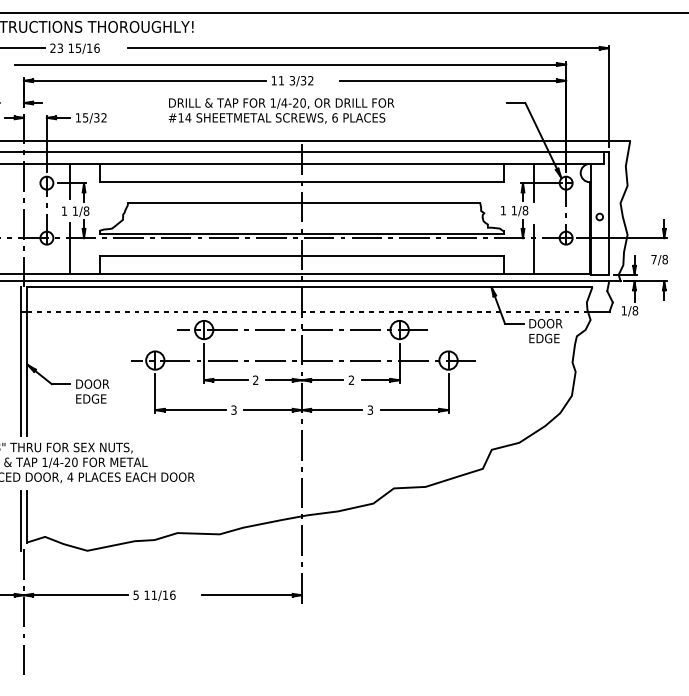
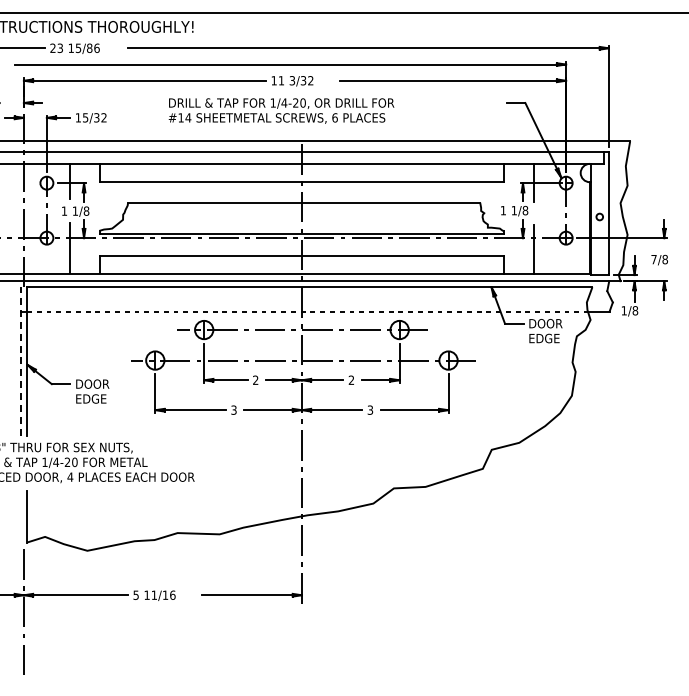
text at (89, 47): 15/16 -> 15/86
line at (20, 361): solid -> dashed
line at (20, 520): present -> none
